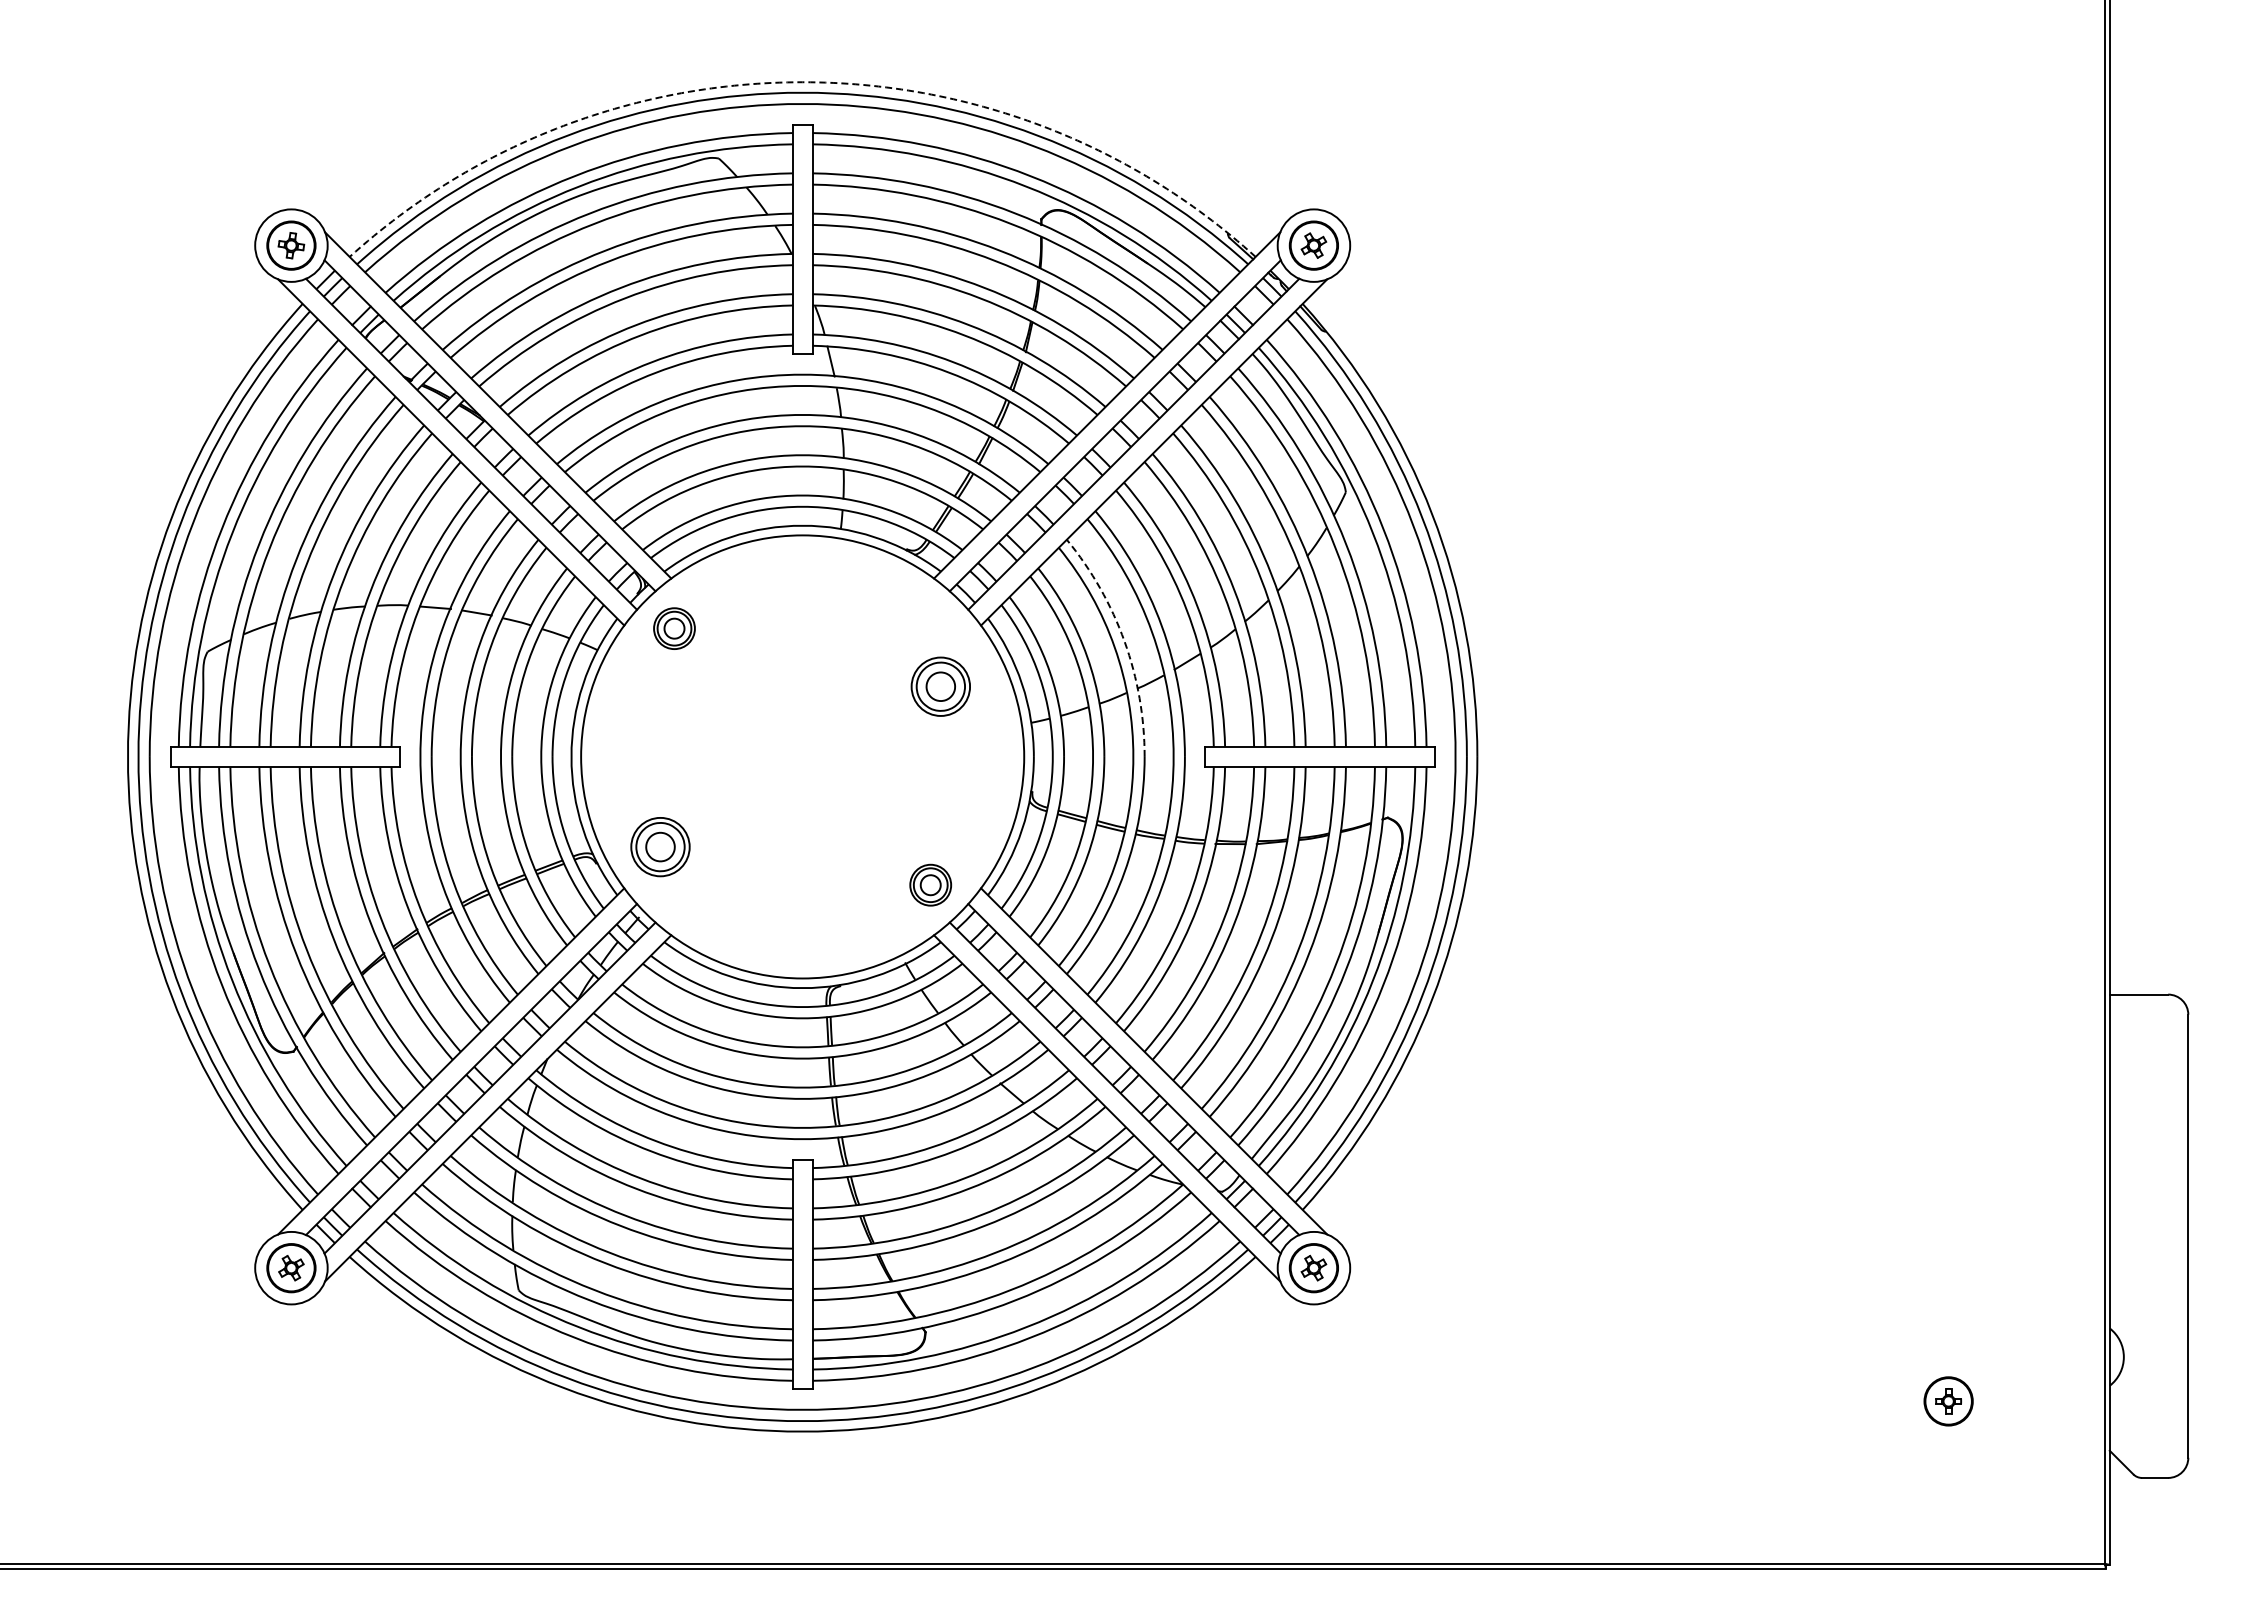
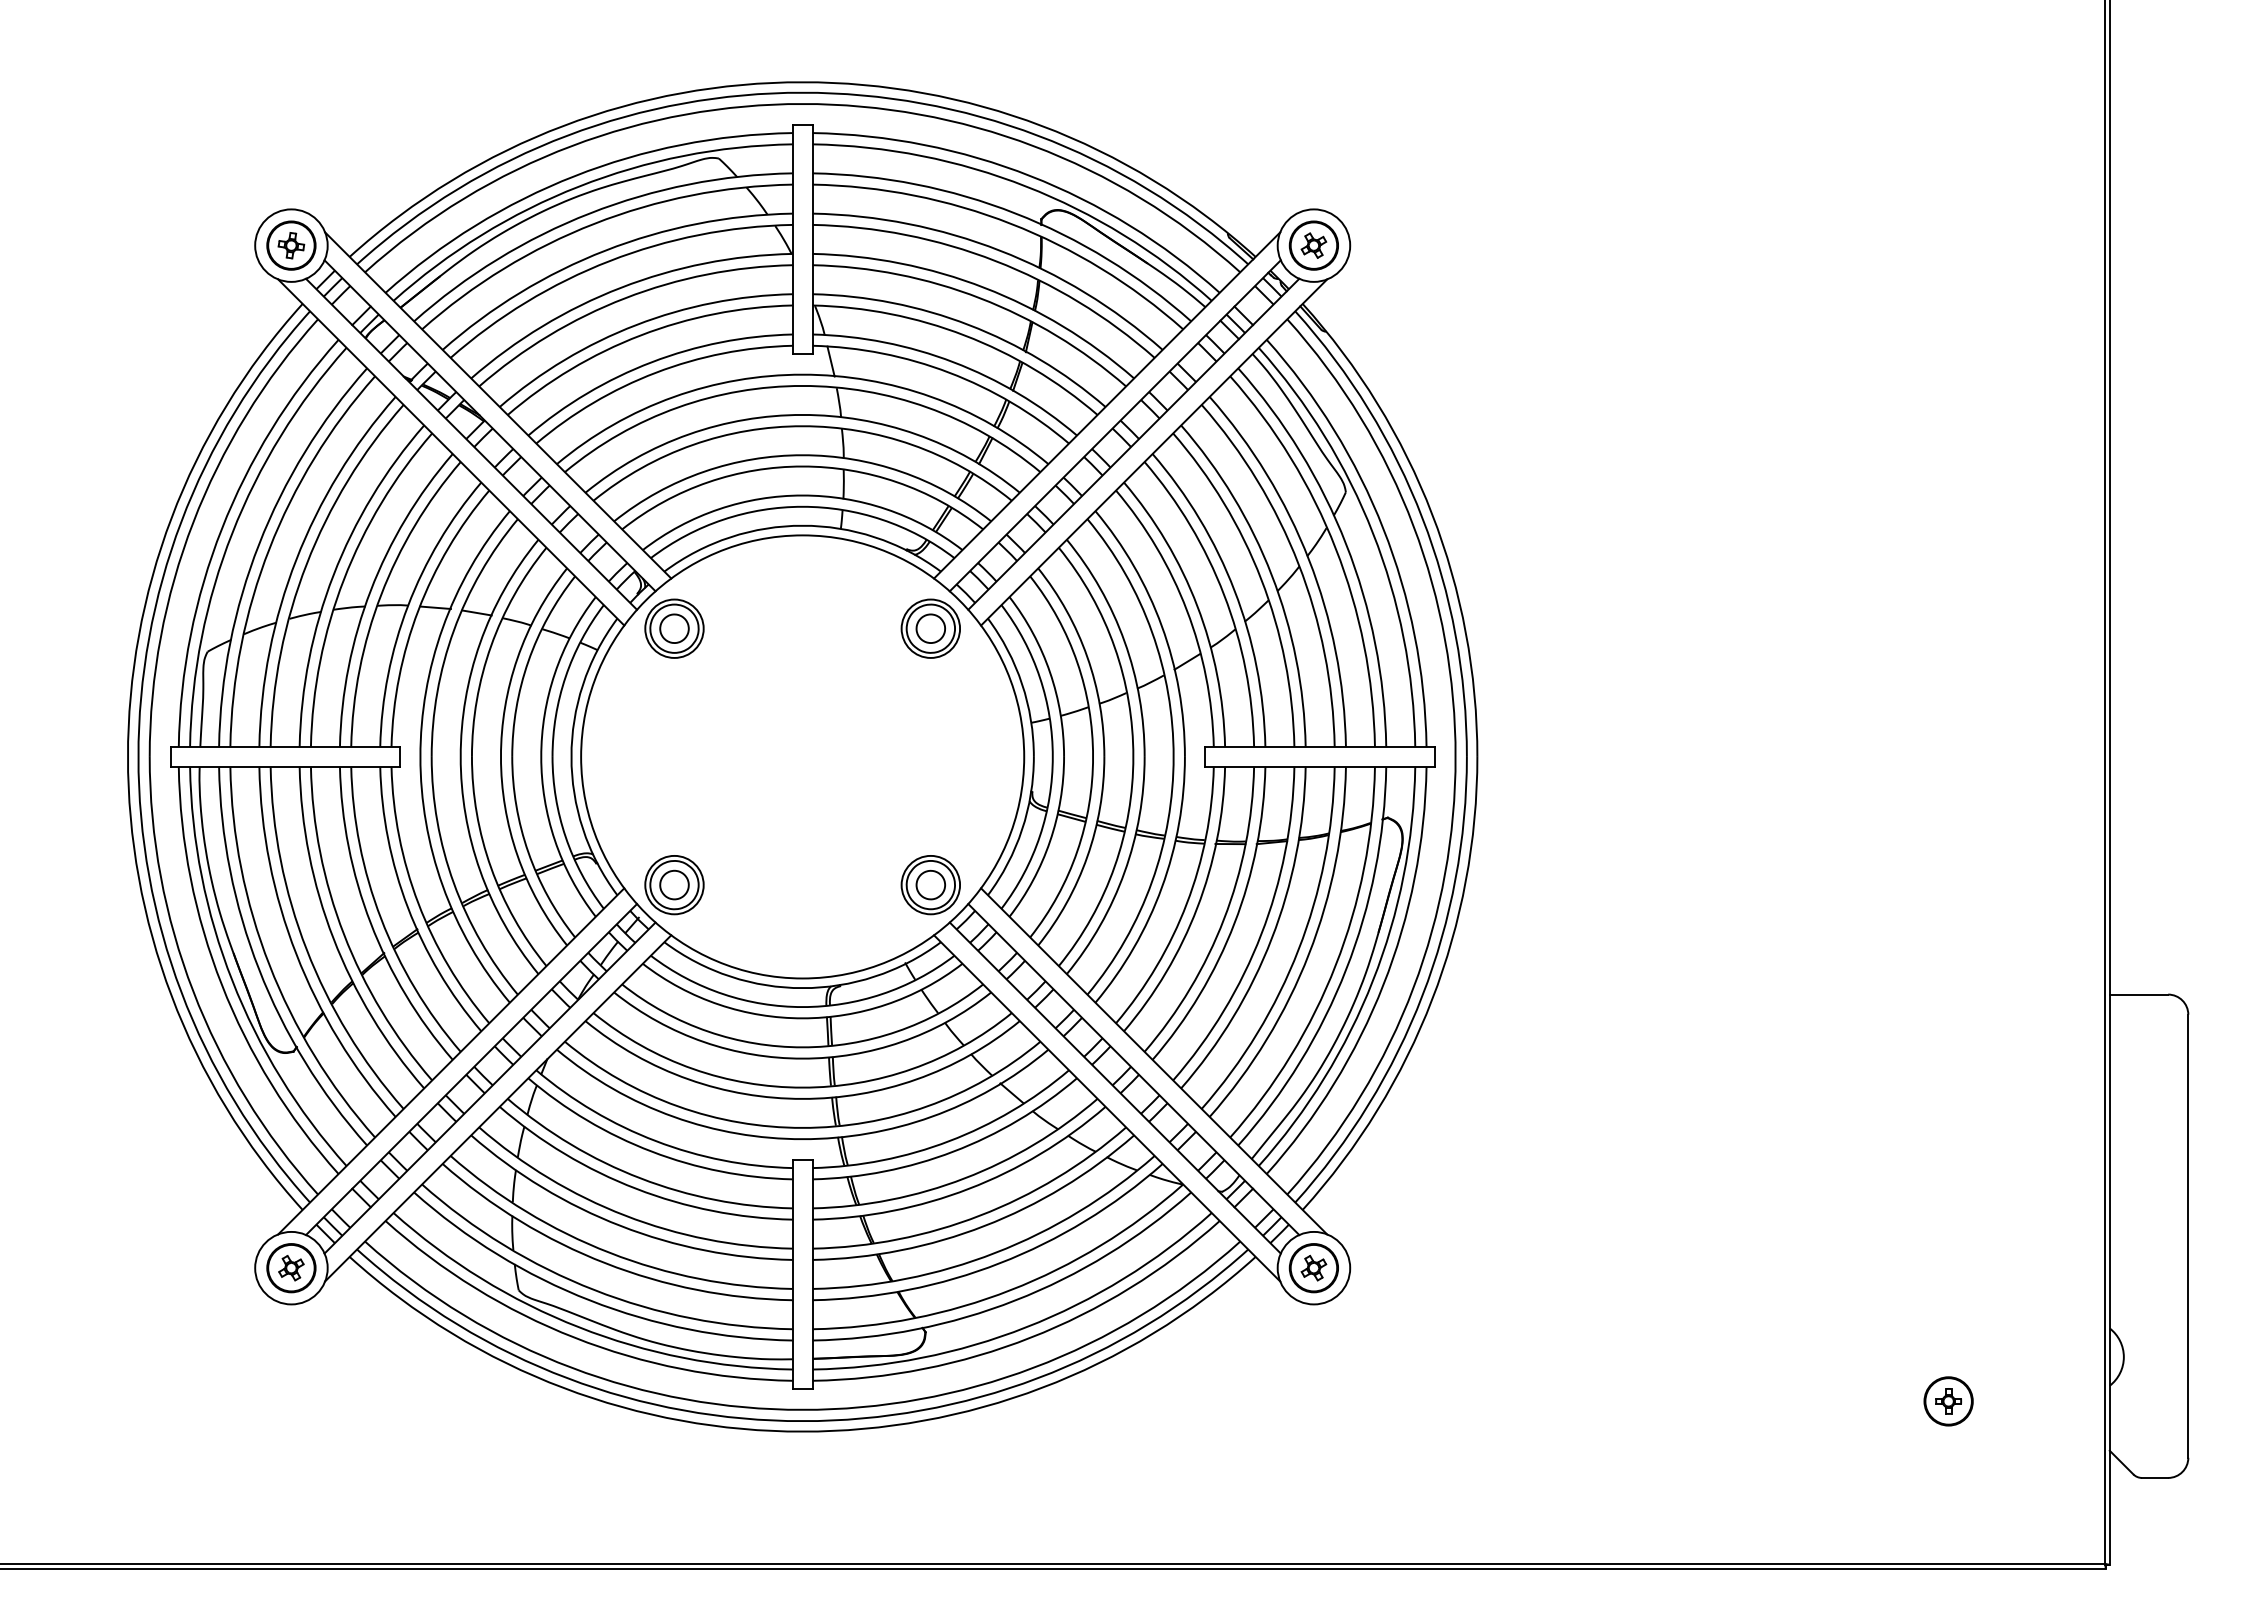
arc at (802, 82): dashed -> solid
part at (674, 628) size: 43x43 px -> 61x61 px
arc at (1124, 641): dashed -> solid
part at (940, 686) position: (940, 686) -> (930, 628)
part at (660, 847) position: (660, 847) -> (674, 885)
part at (930, 884) size: 44x44 px -> 61x61 px
